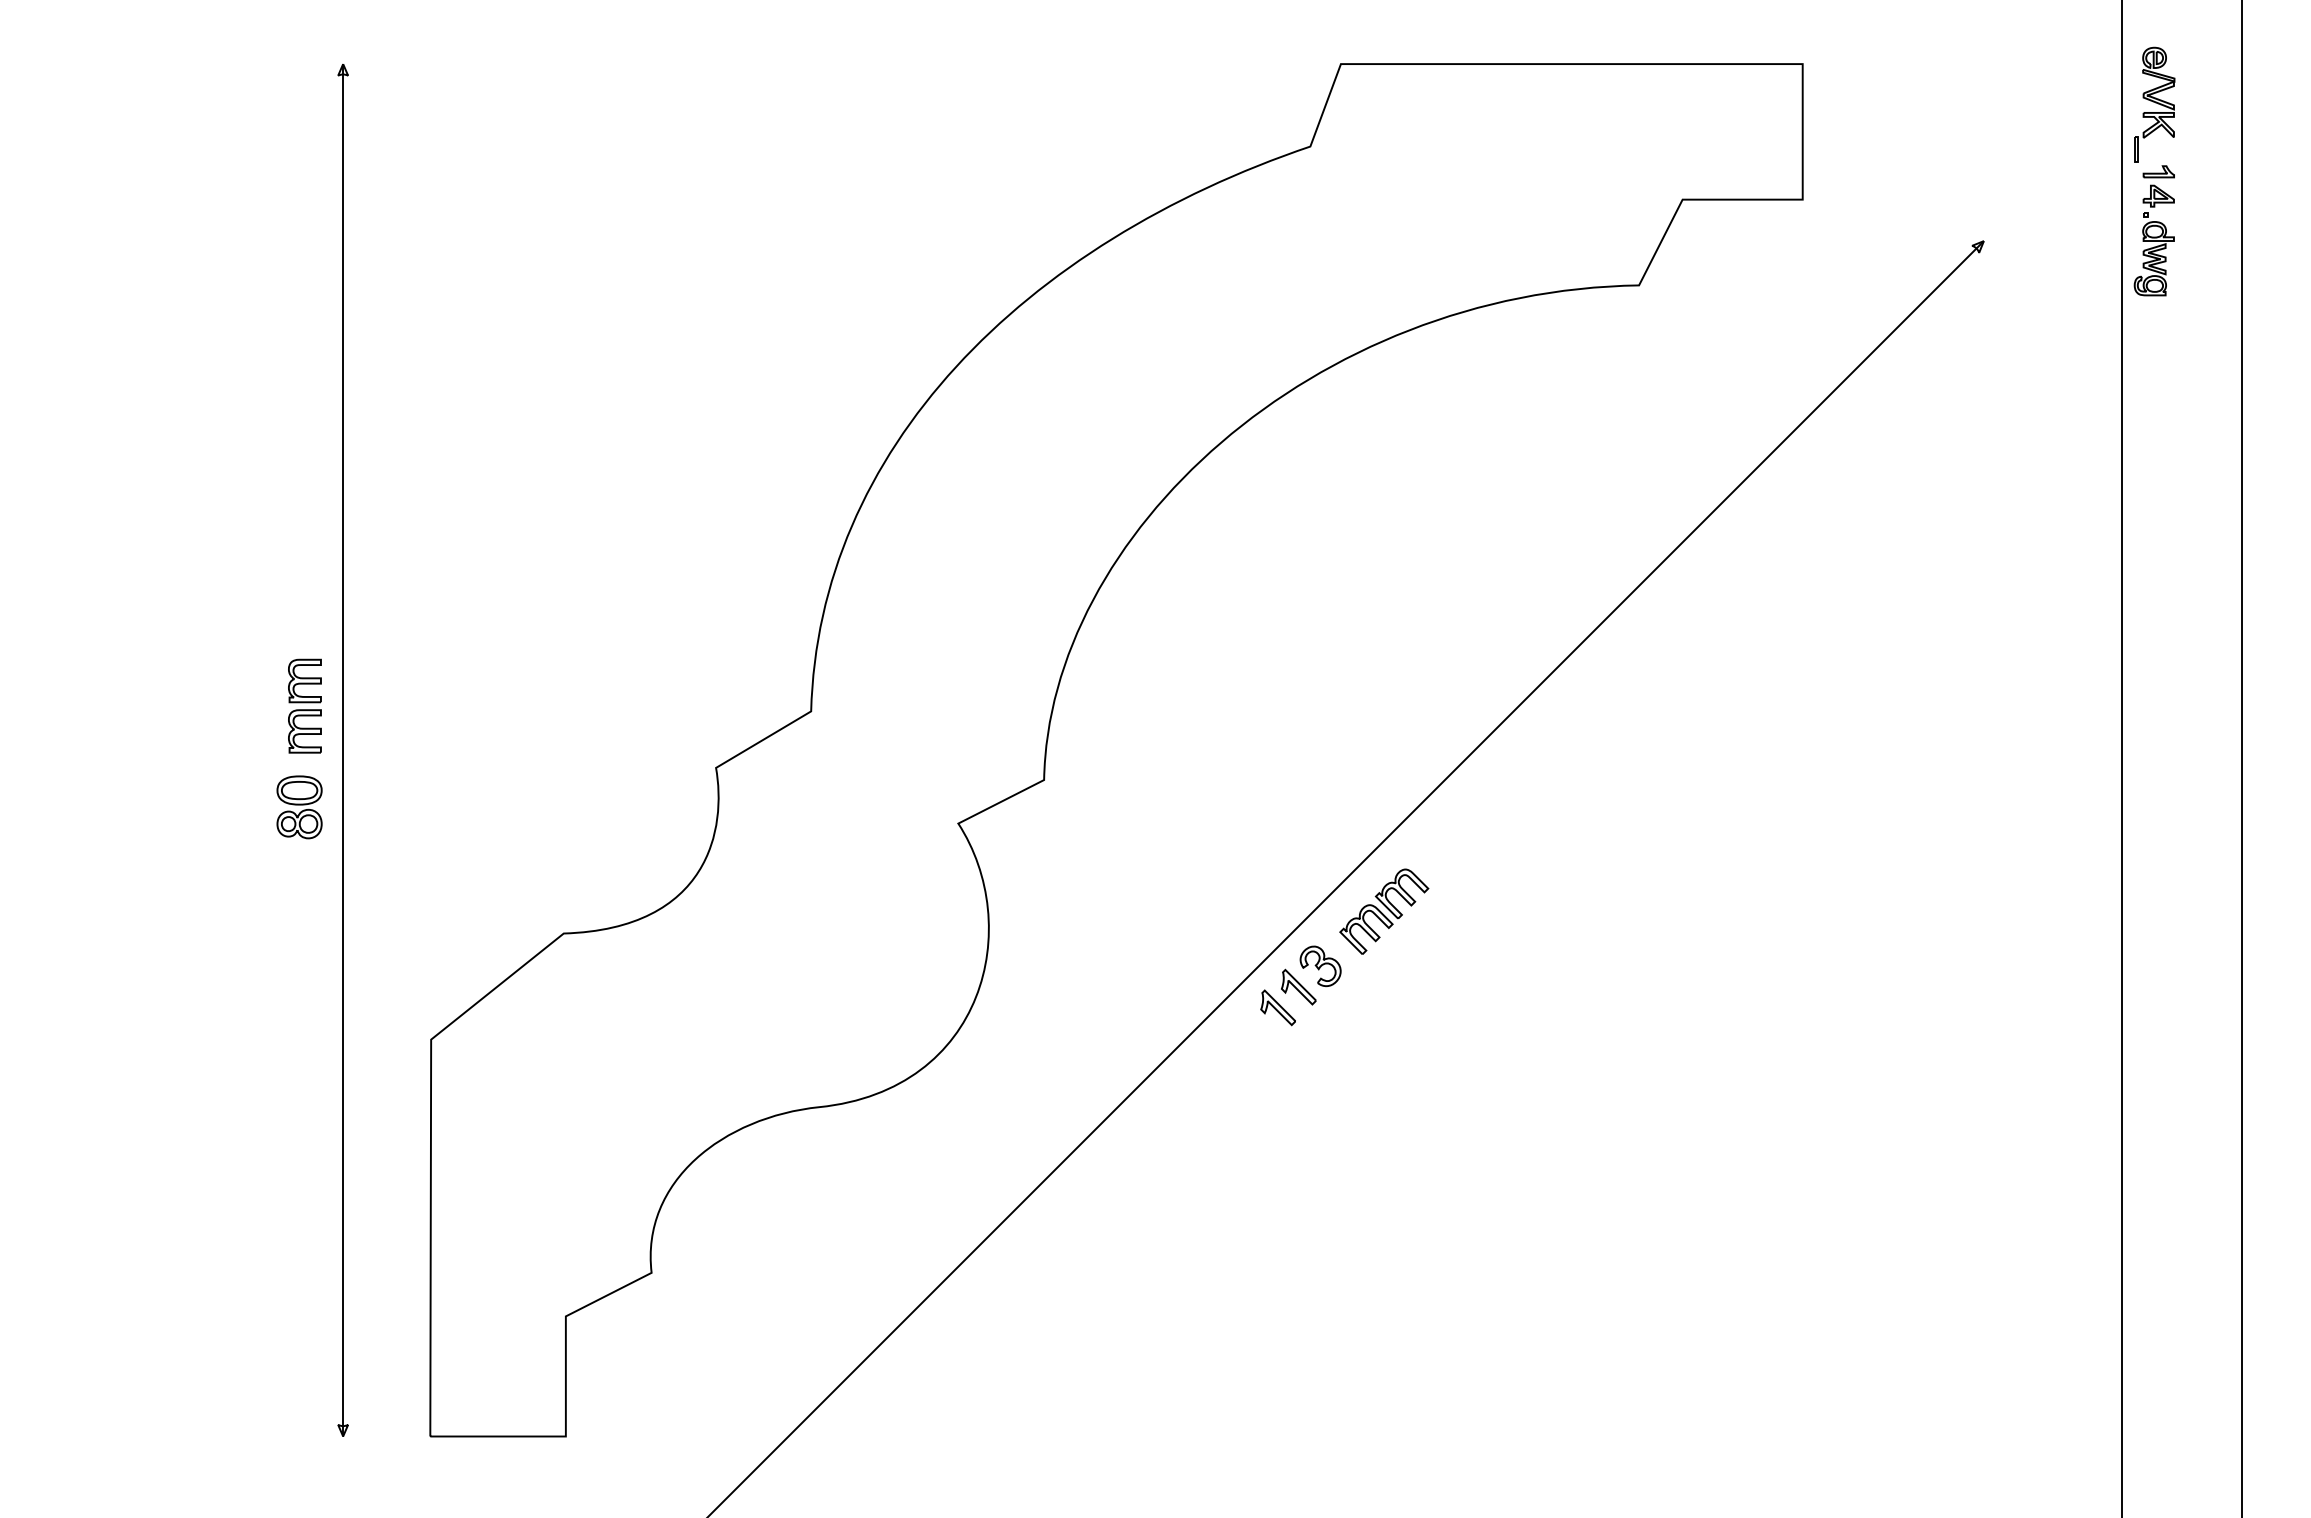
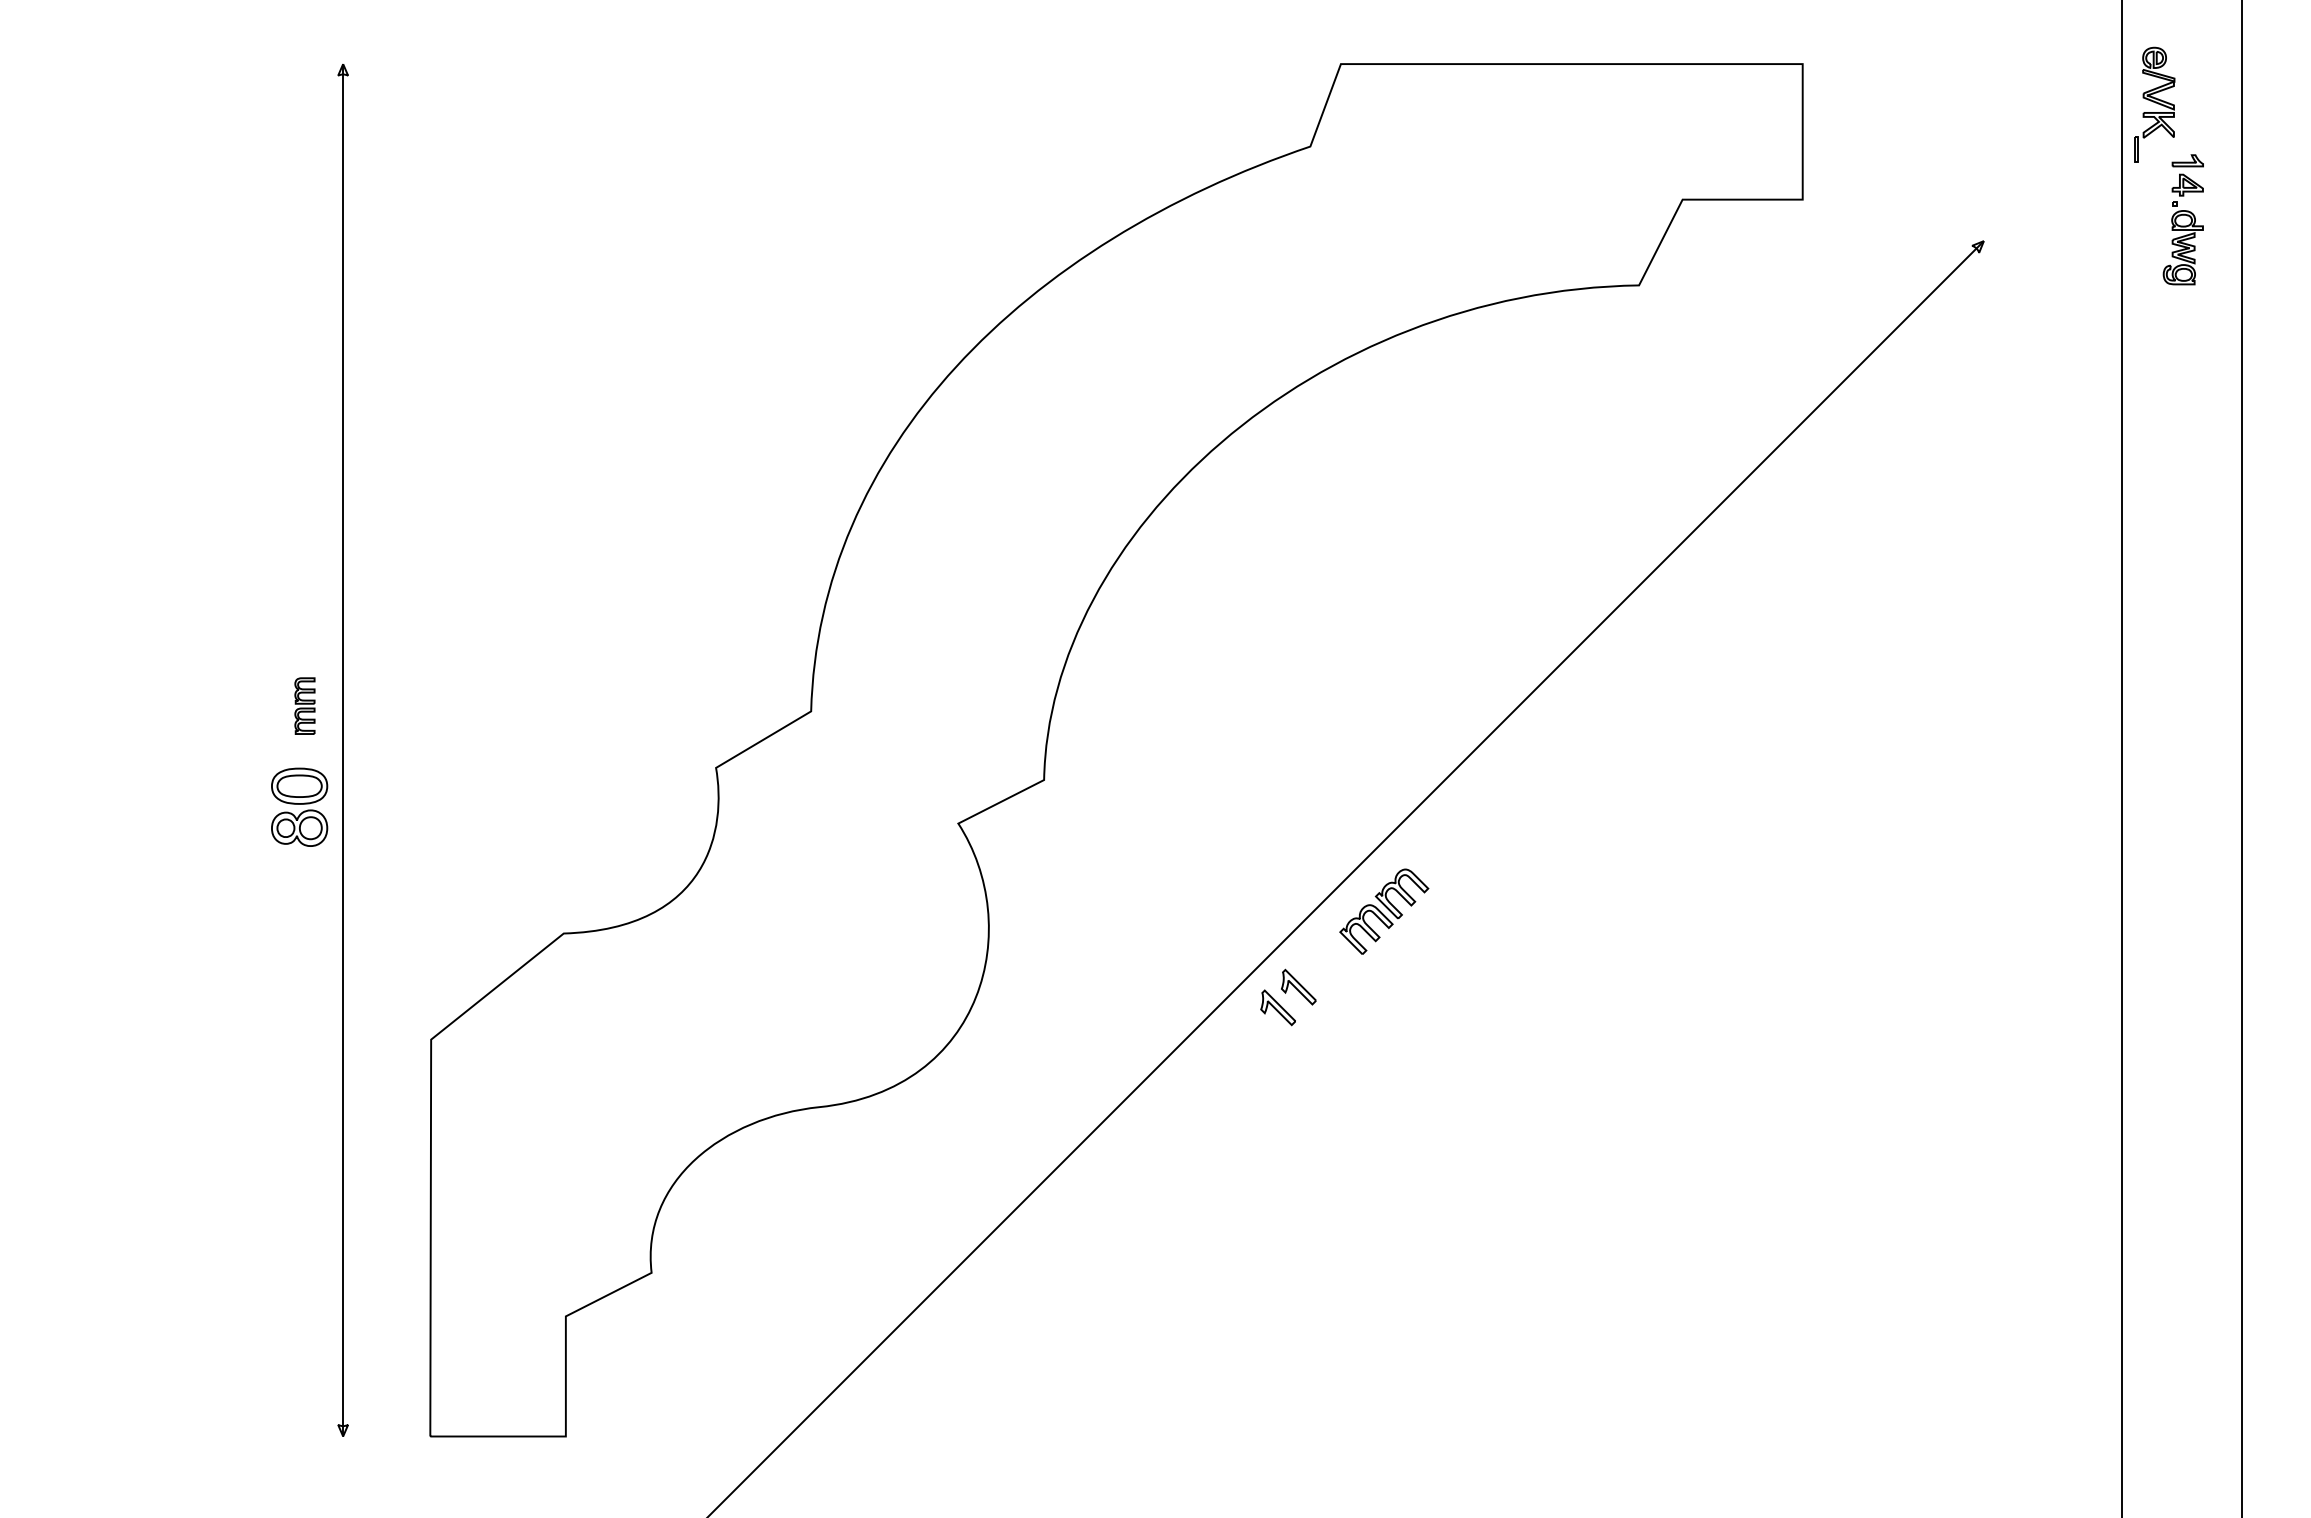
part at (2153, 230) position: (2153, 230) -> (2182, 219)
part at (304, 705) size: 34x96 px -> 22x58 px
part at (299, 807) size: 47x65 px -> 58x80 px
part at (1320, 966): present -> none
